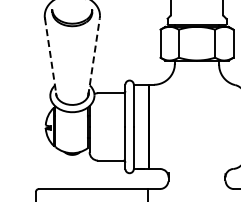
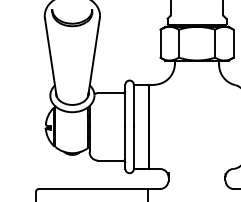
line at (94, 56): dashed -> solid
line at (50, 57): dashed -> solid
